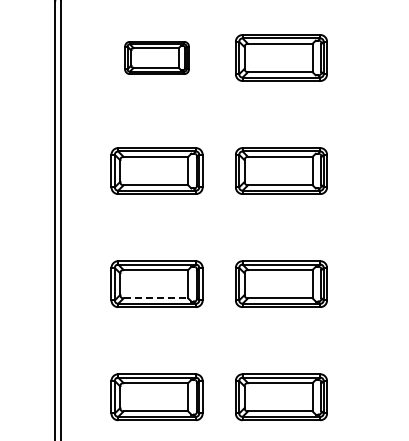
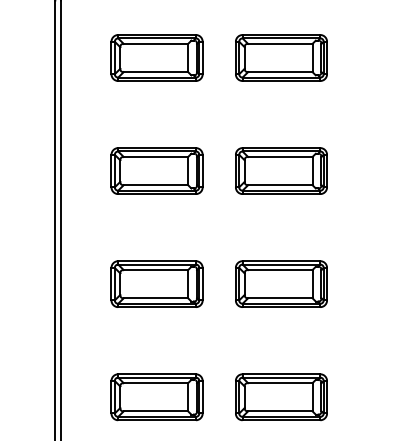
part at (156, 57) size: 66x34 px -> 94x48 px
line at (156, 298): dashed -> solid
